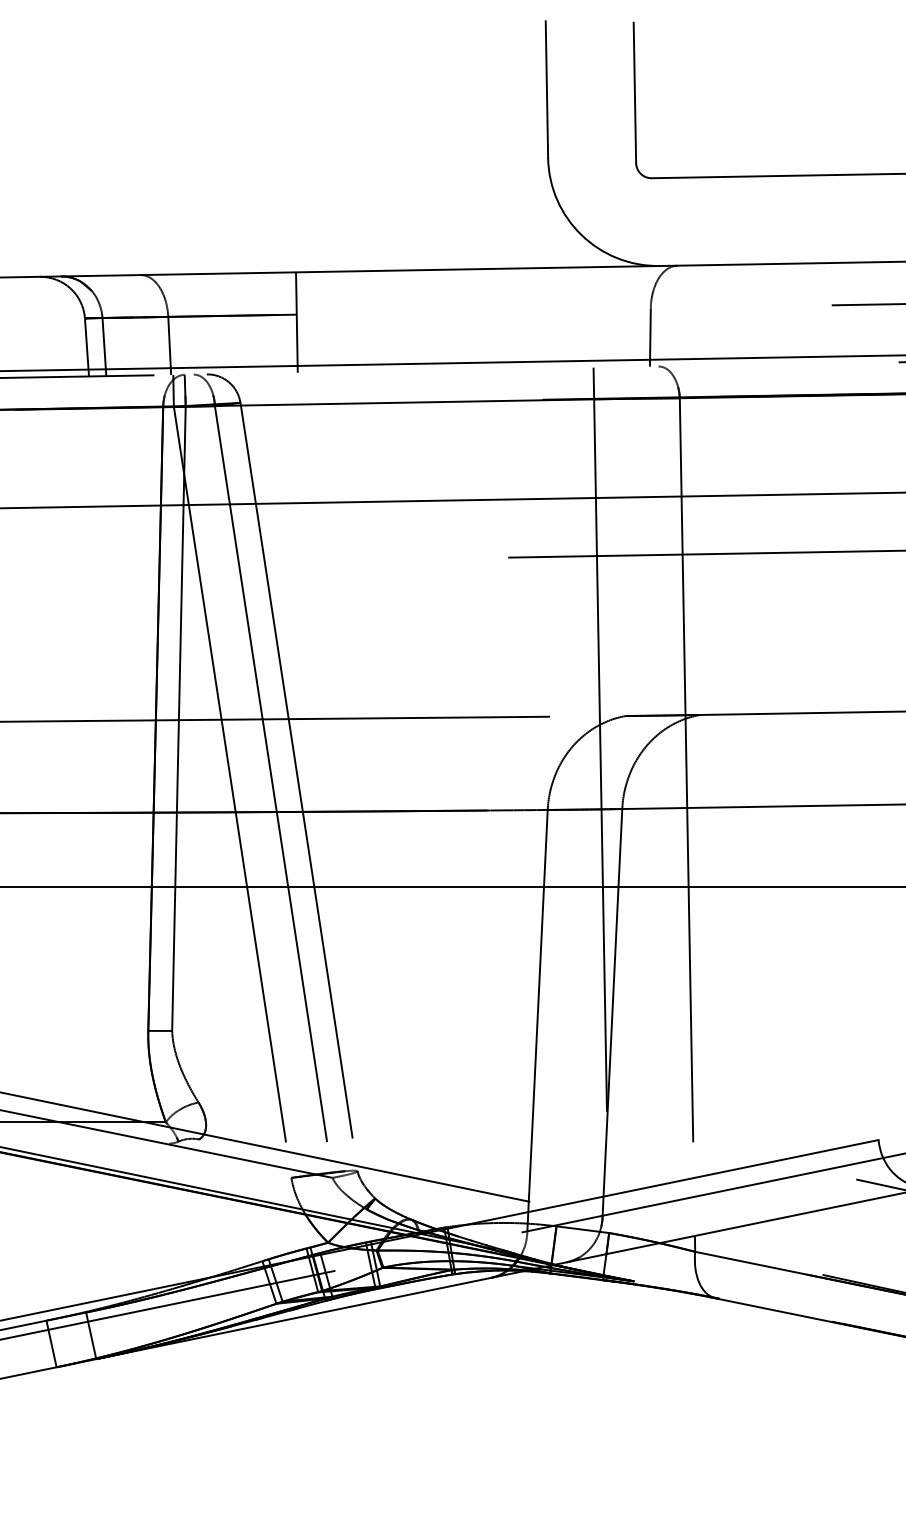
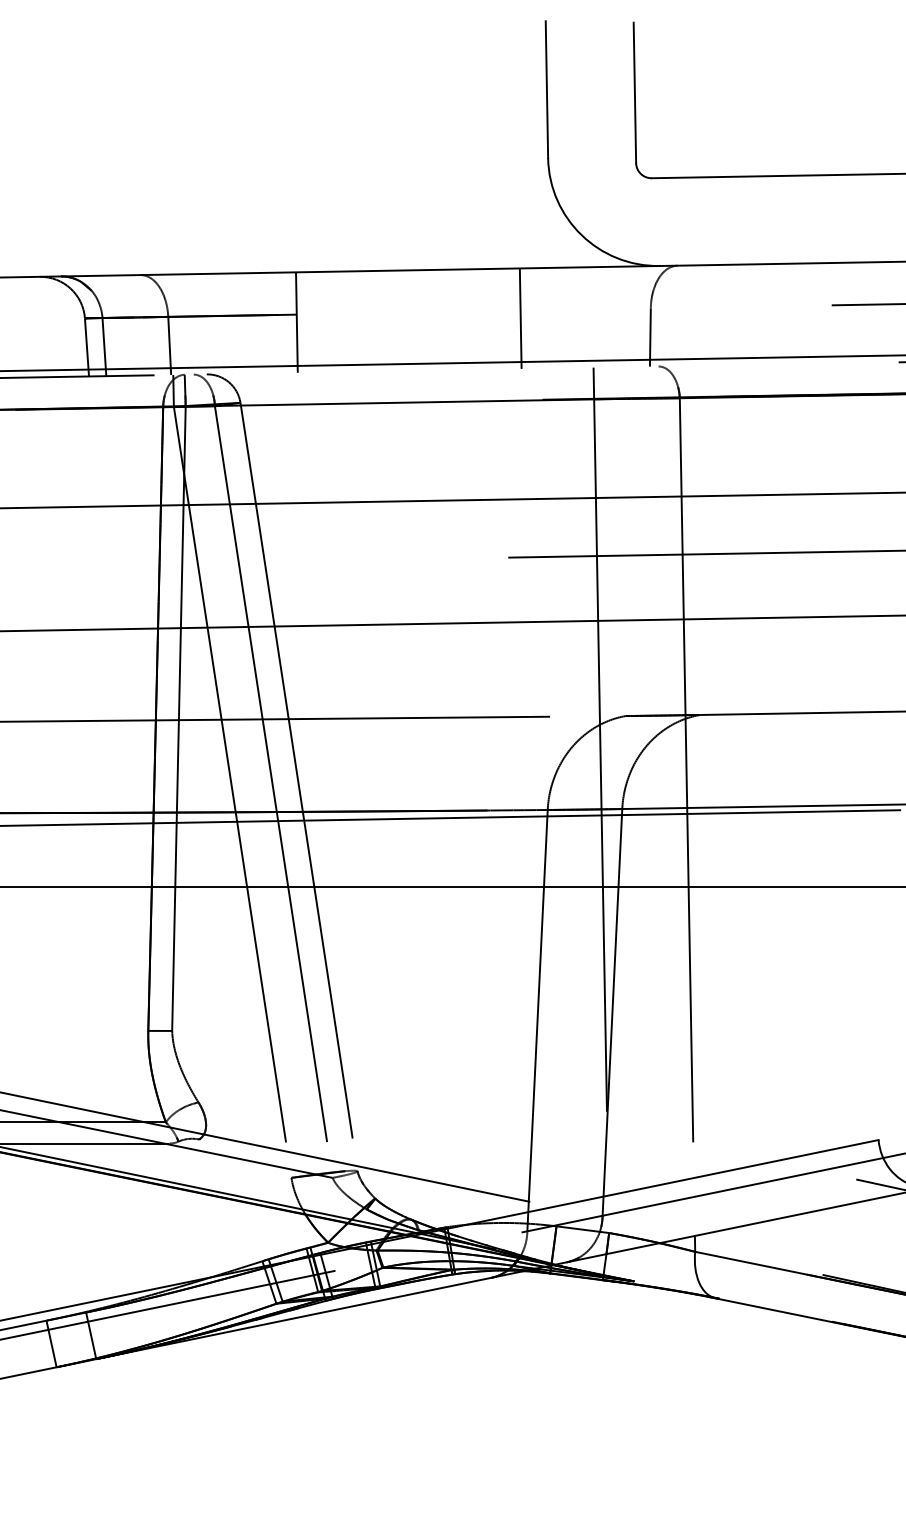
line at (520, 318): none -> present
line at (452, 623): none -> present
line at (451, 817): none -> present
line at (85, 1143): none -> present
